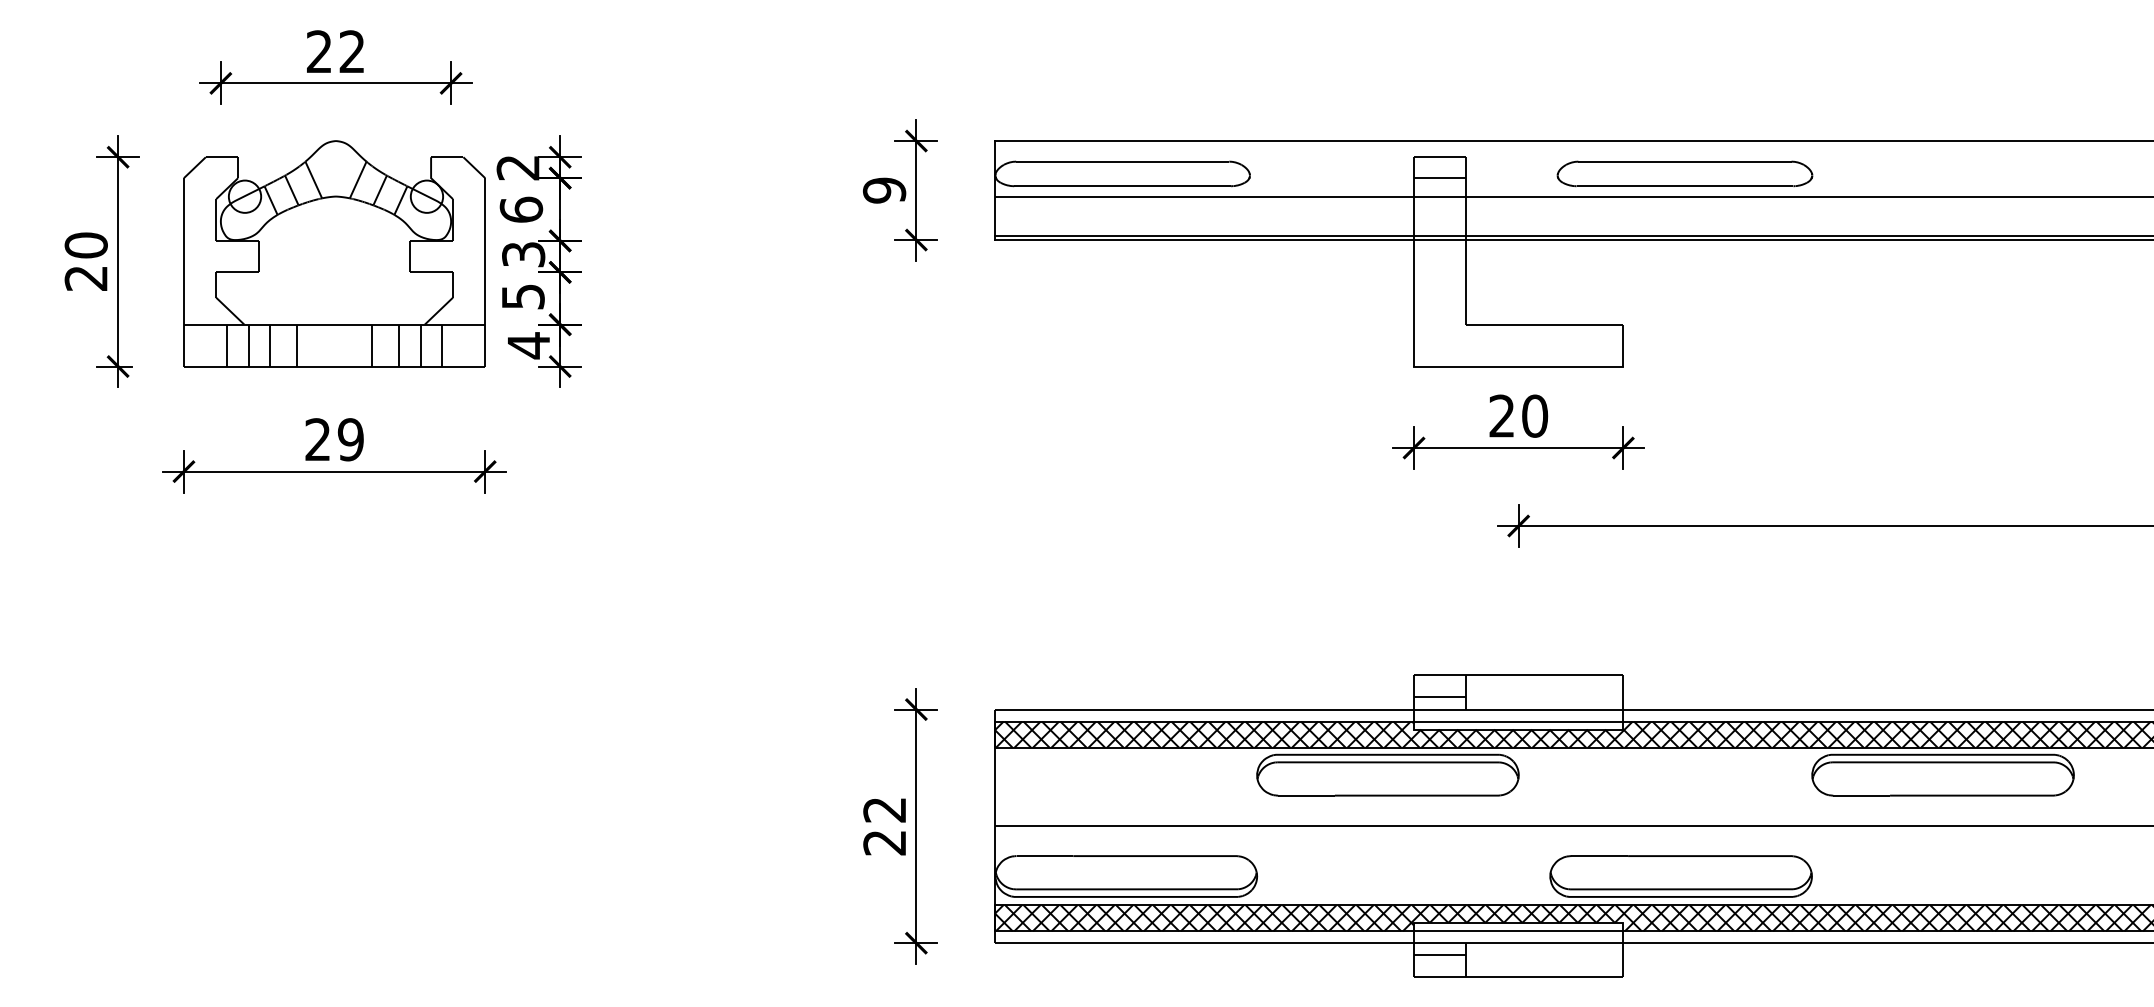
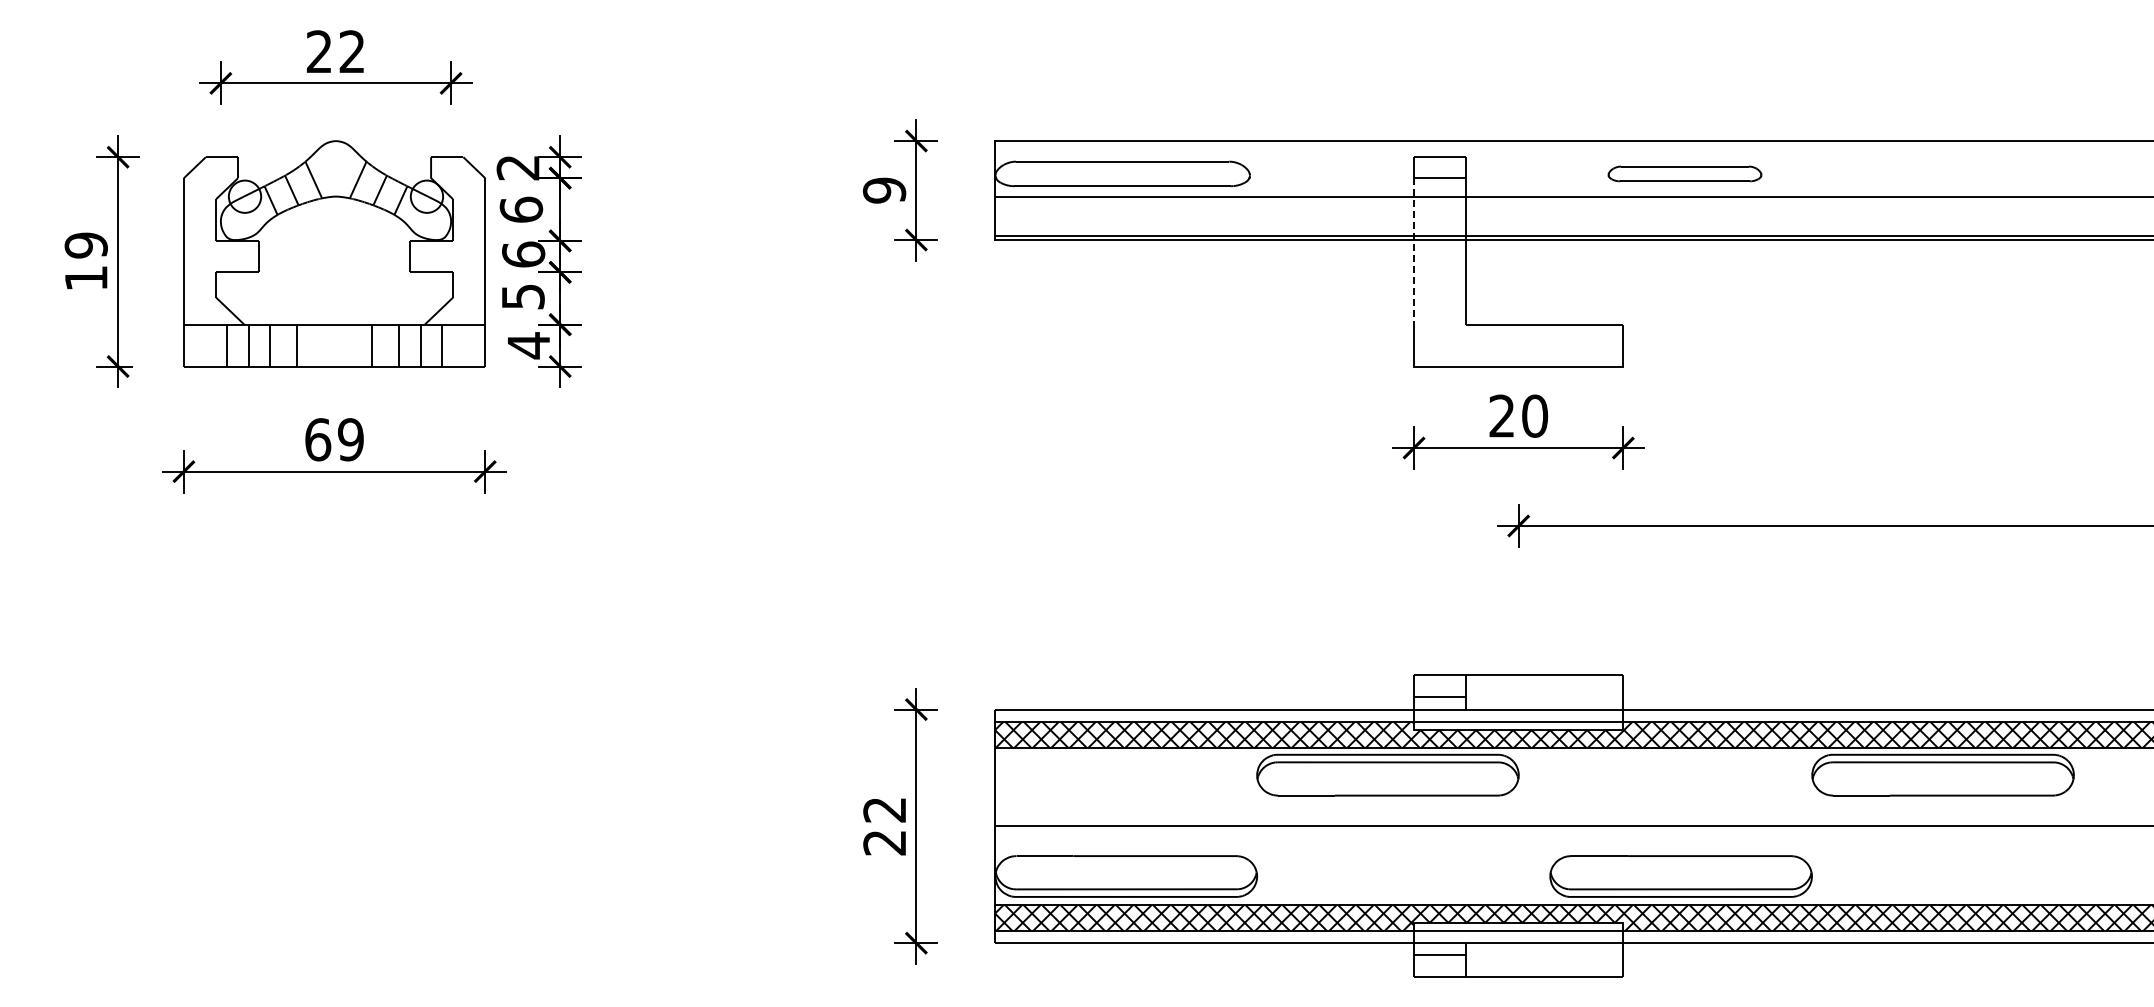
part at (1684, 173) size: 258x28 px -> 156x18 px
line at (1414, 251): solid -> dashed
text at (523, 254): 3 -> 6
text at (85, 261): 20 -> 19
text at (318, 439): 29 -> 69
